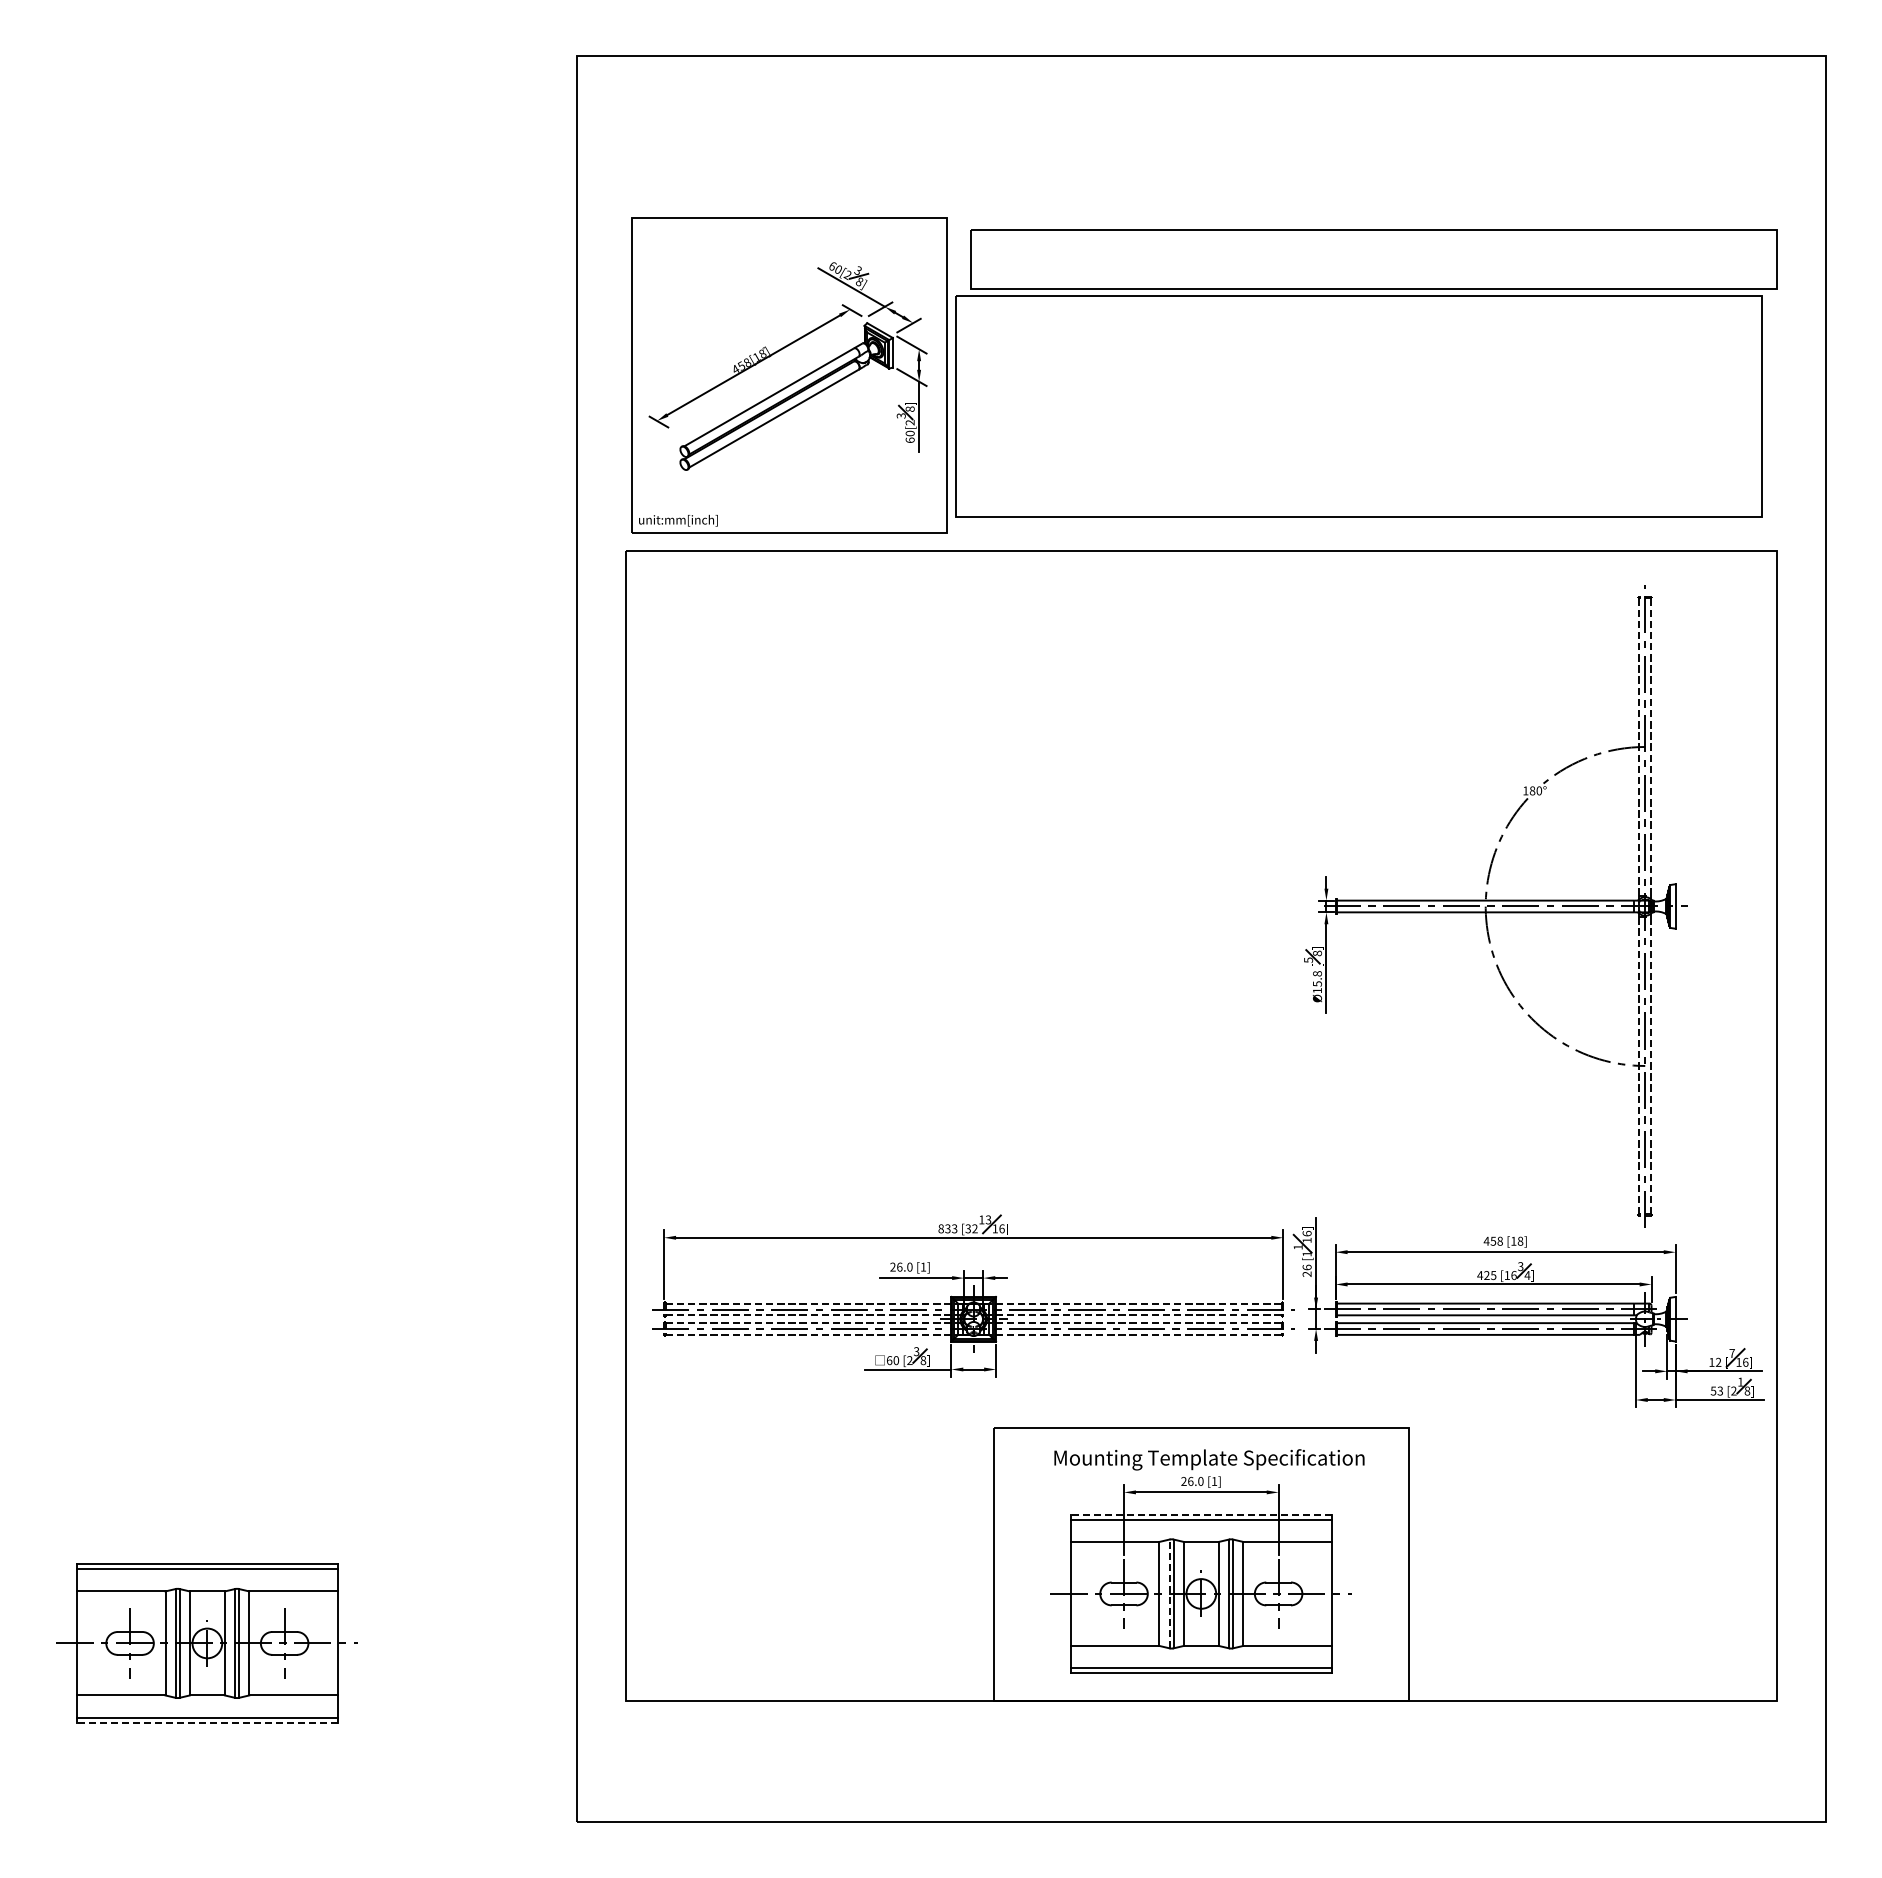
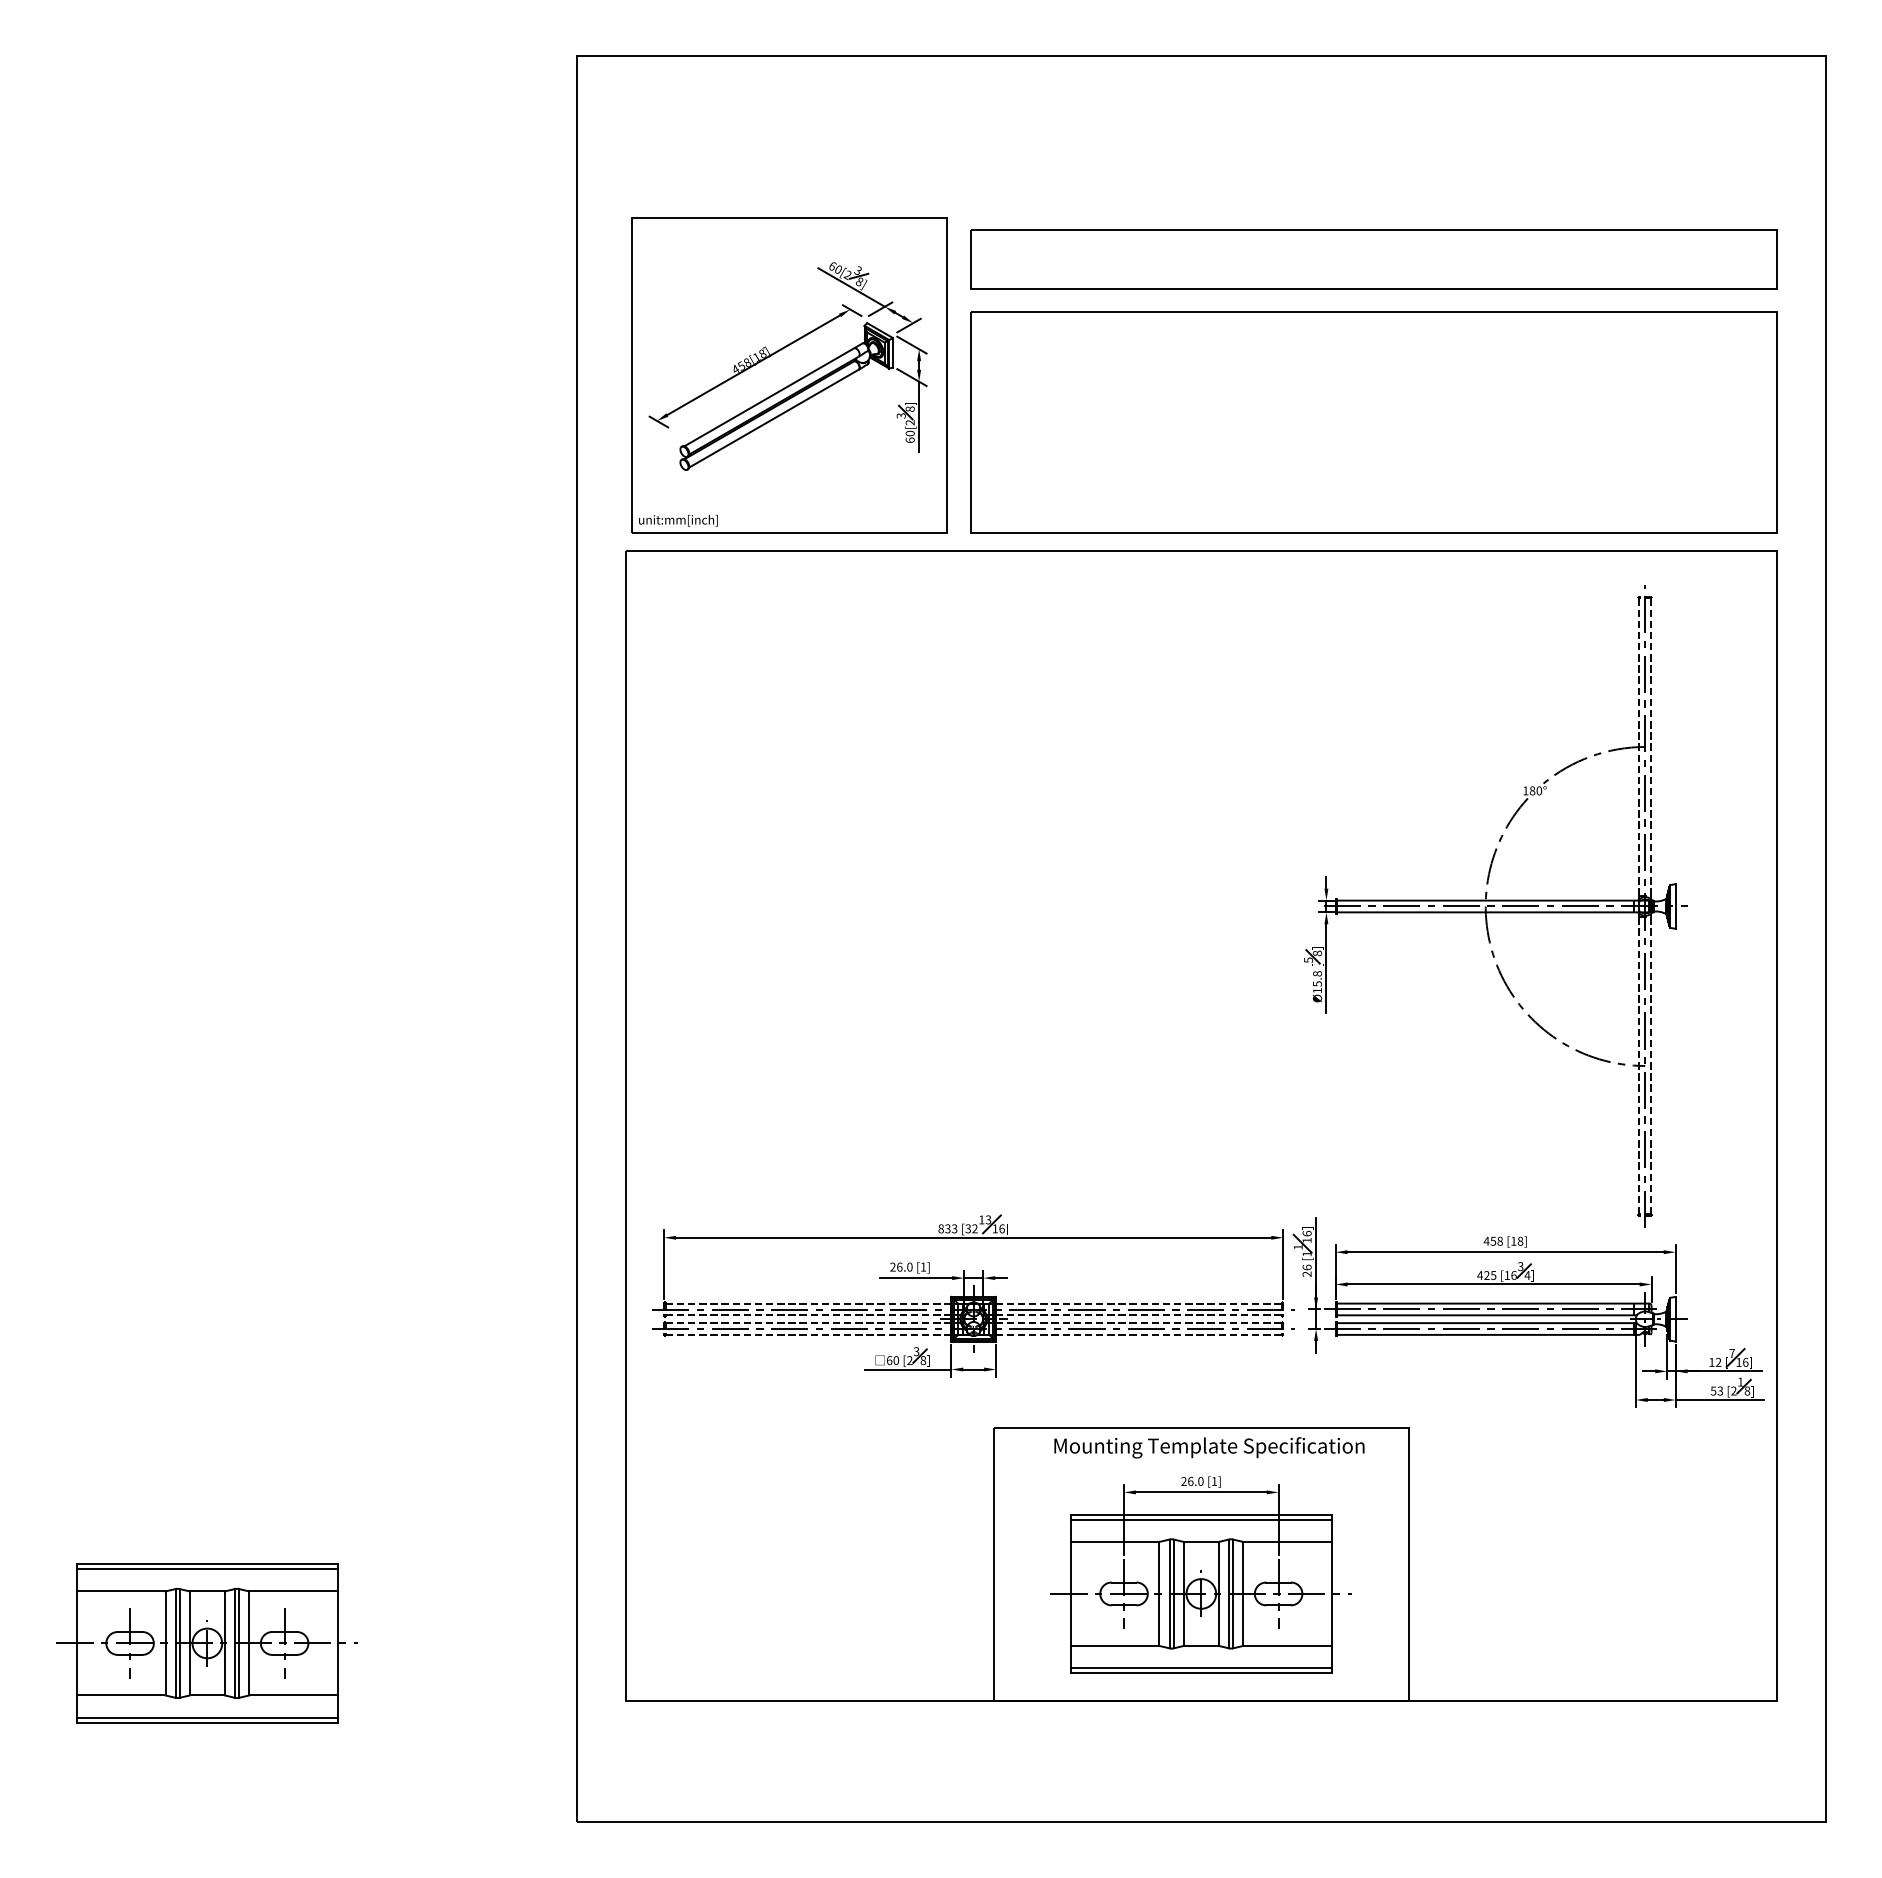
part at (1358, 406) position: (1358, 406) -> (1373, 422)
text at (1209, 1459) position: (1209, 1459) -> (1209, 1447)
line at (1200, 1514): dashed -> solid
line at (1169, 1593): dashed -> solid
line at (206, 1722): dashed -> solid
